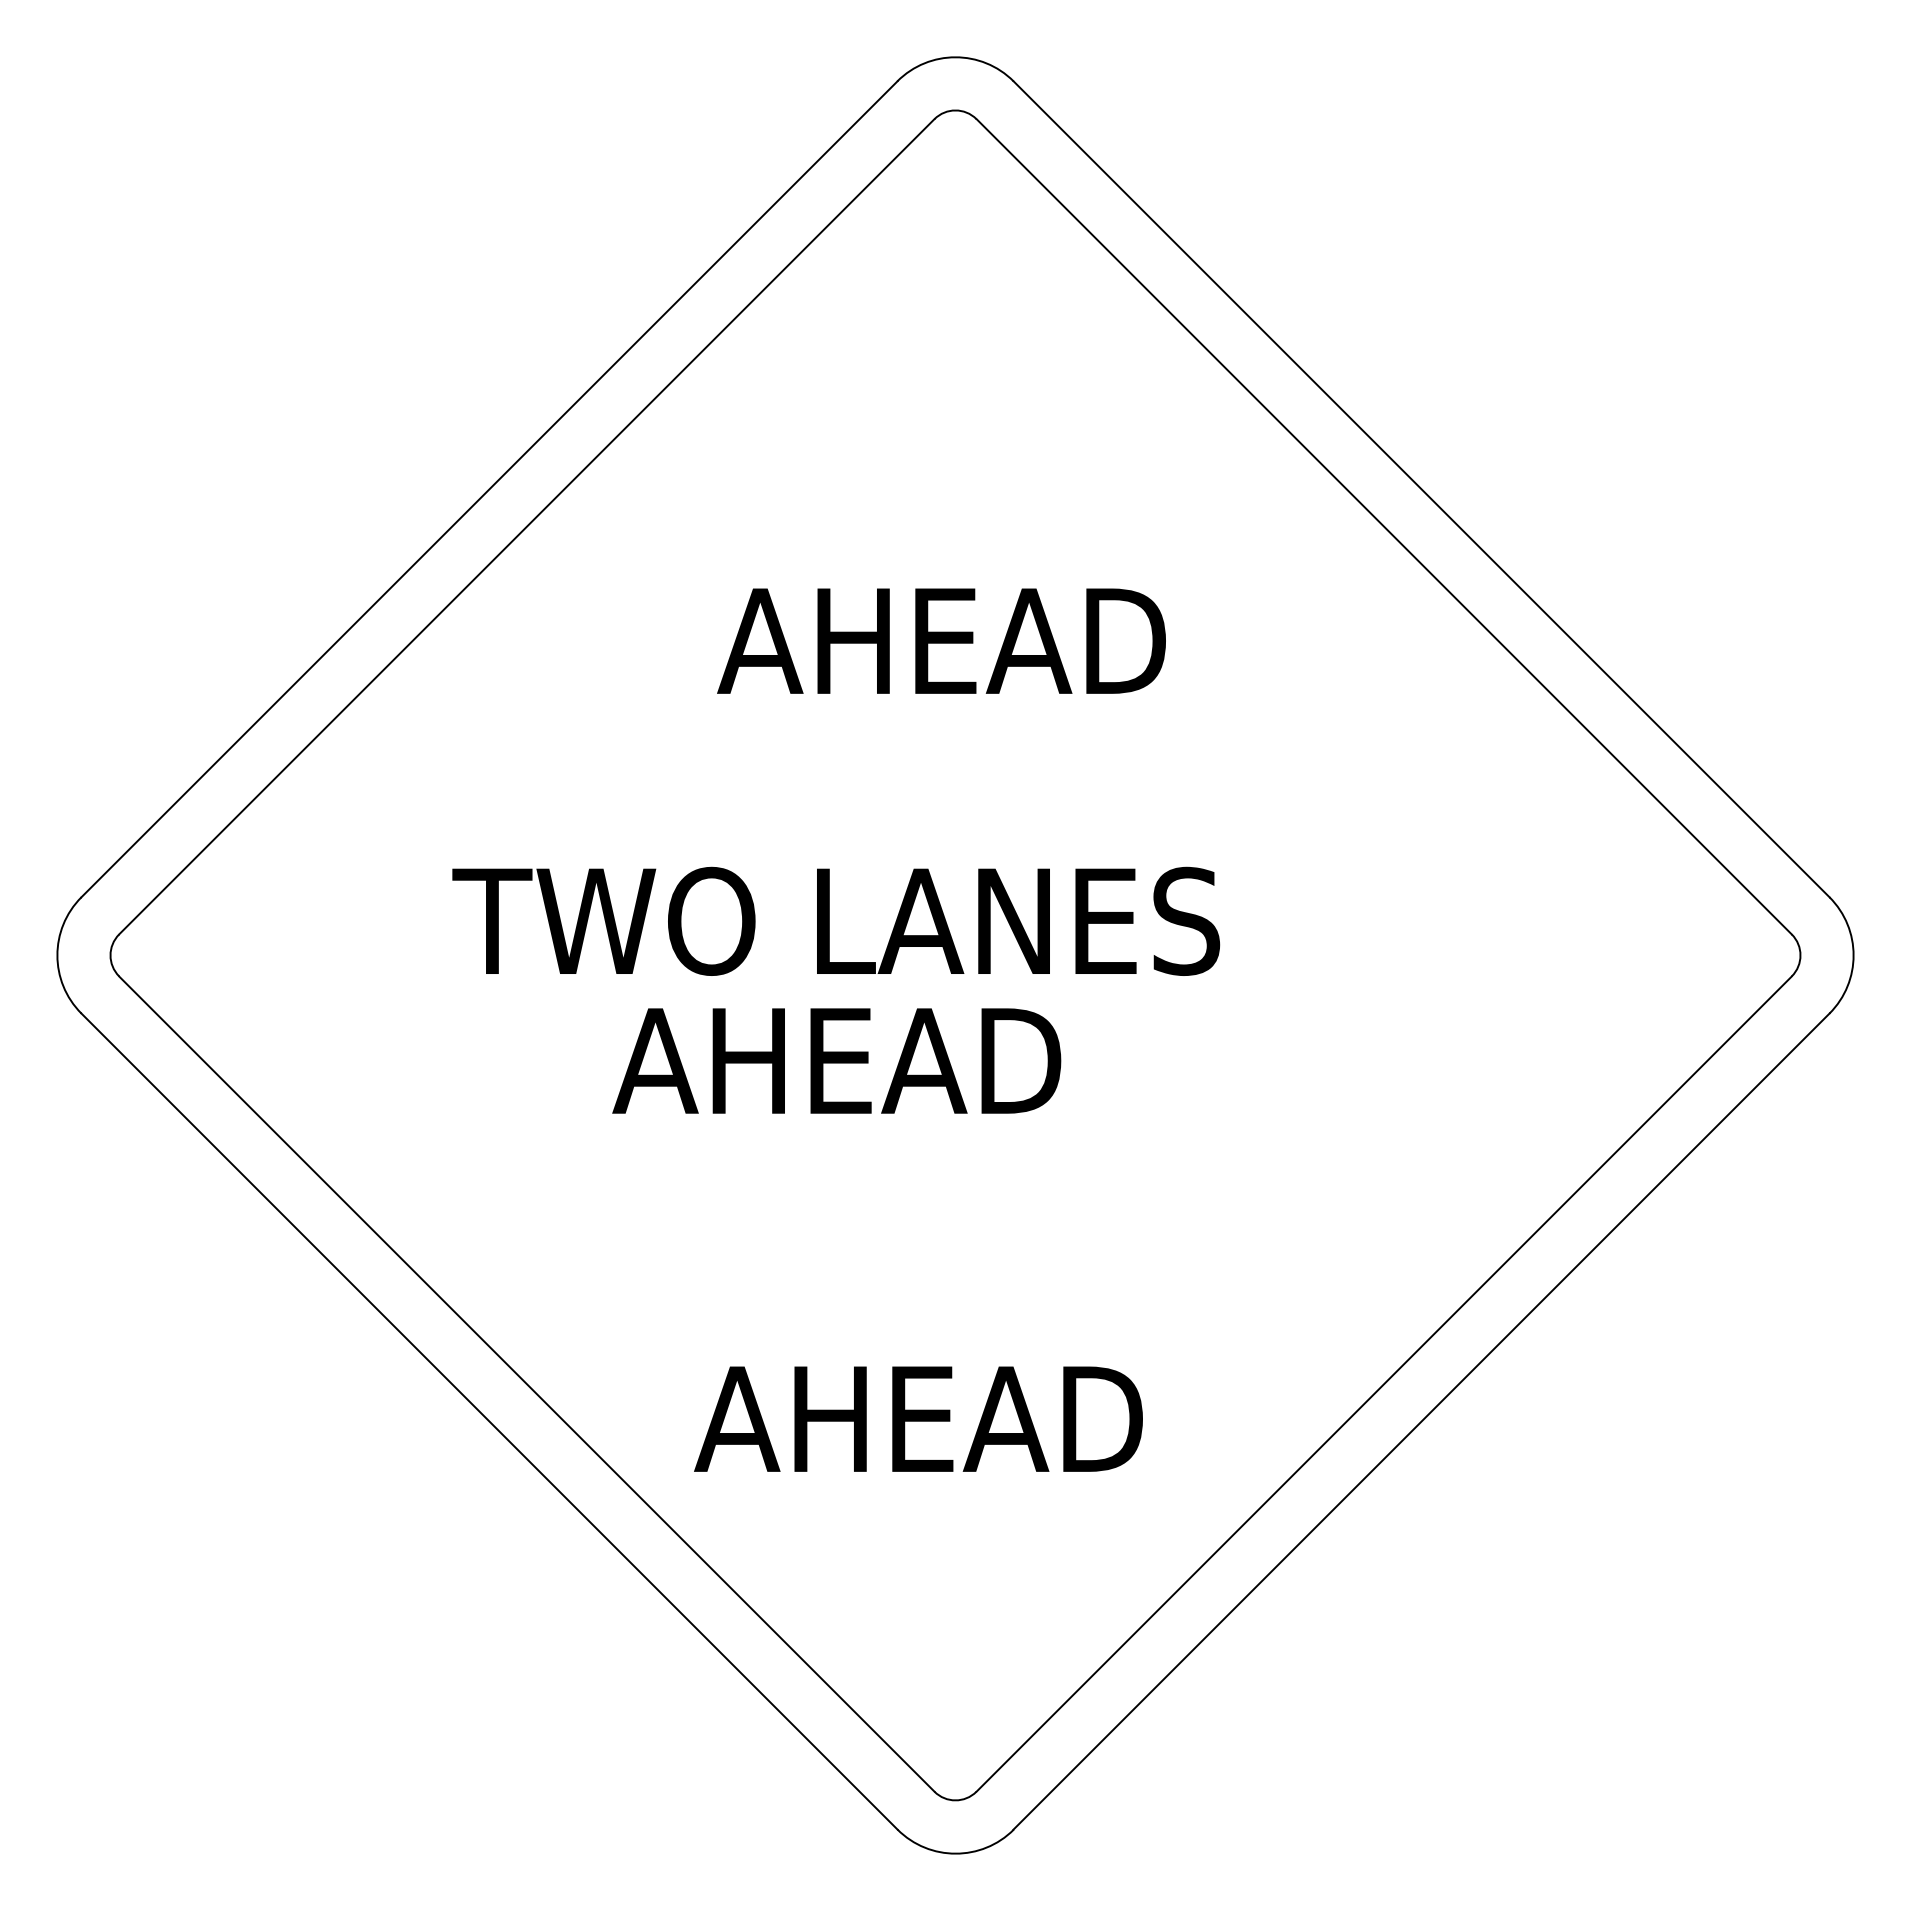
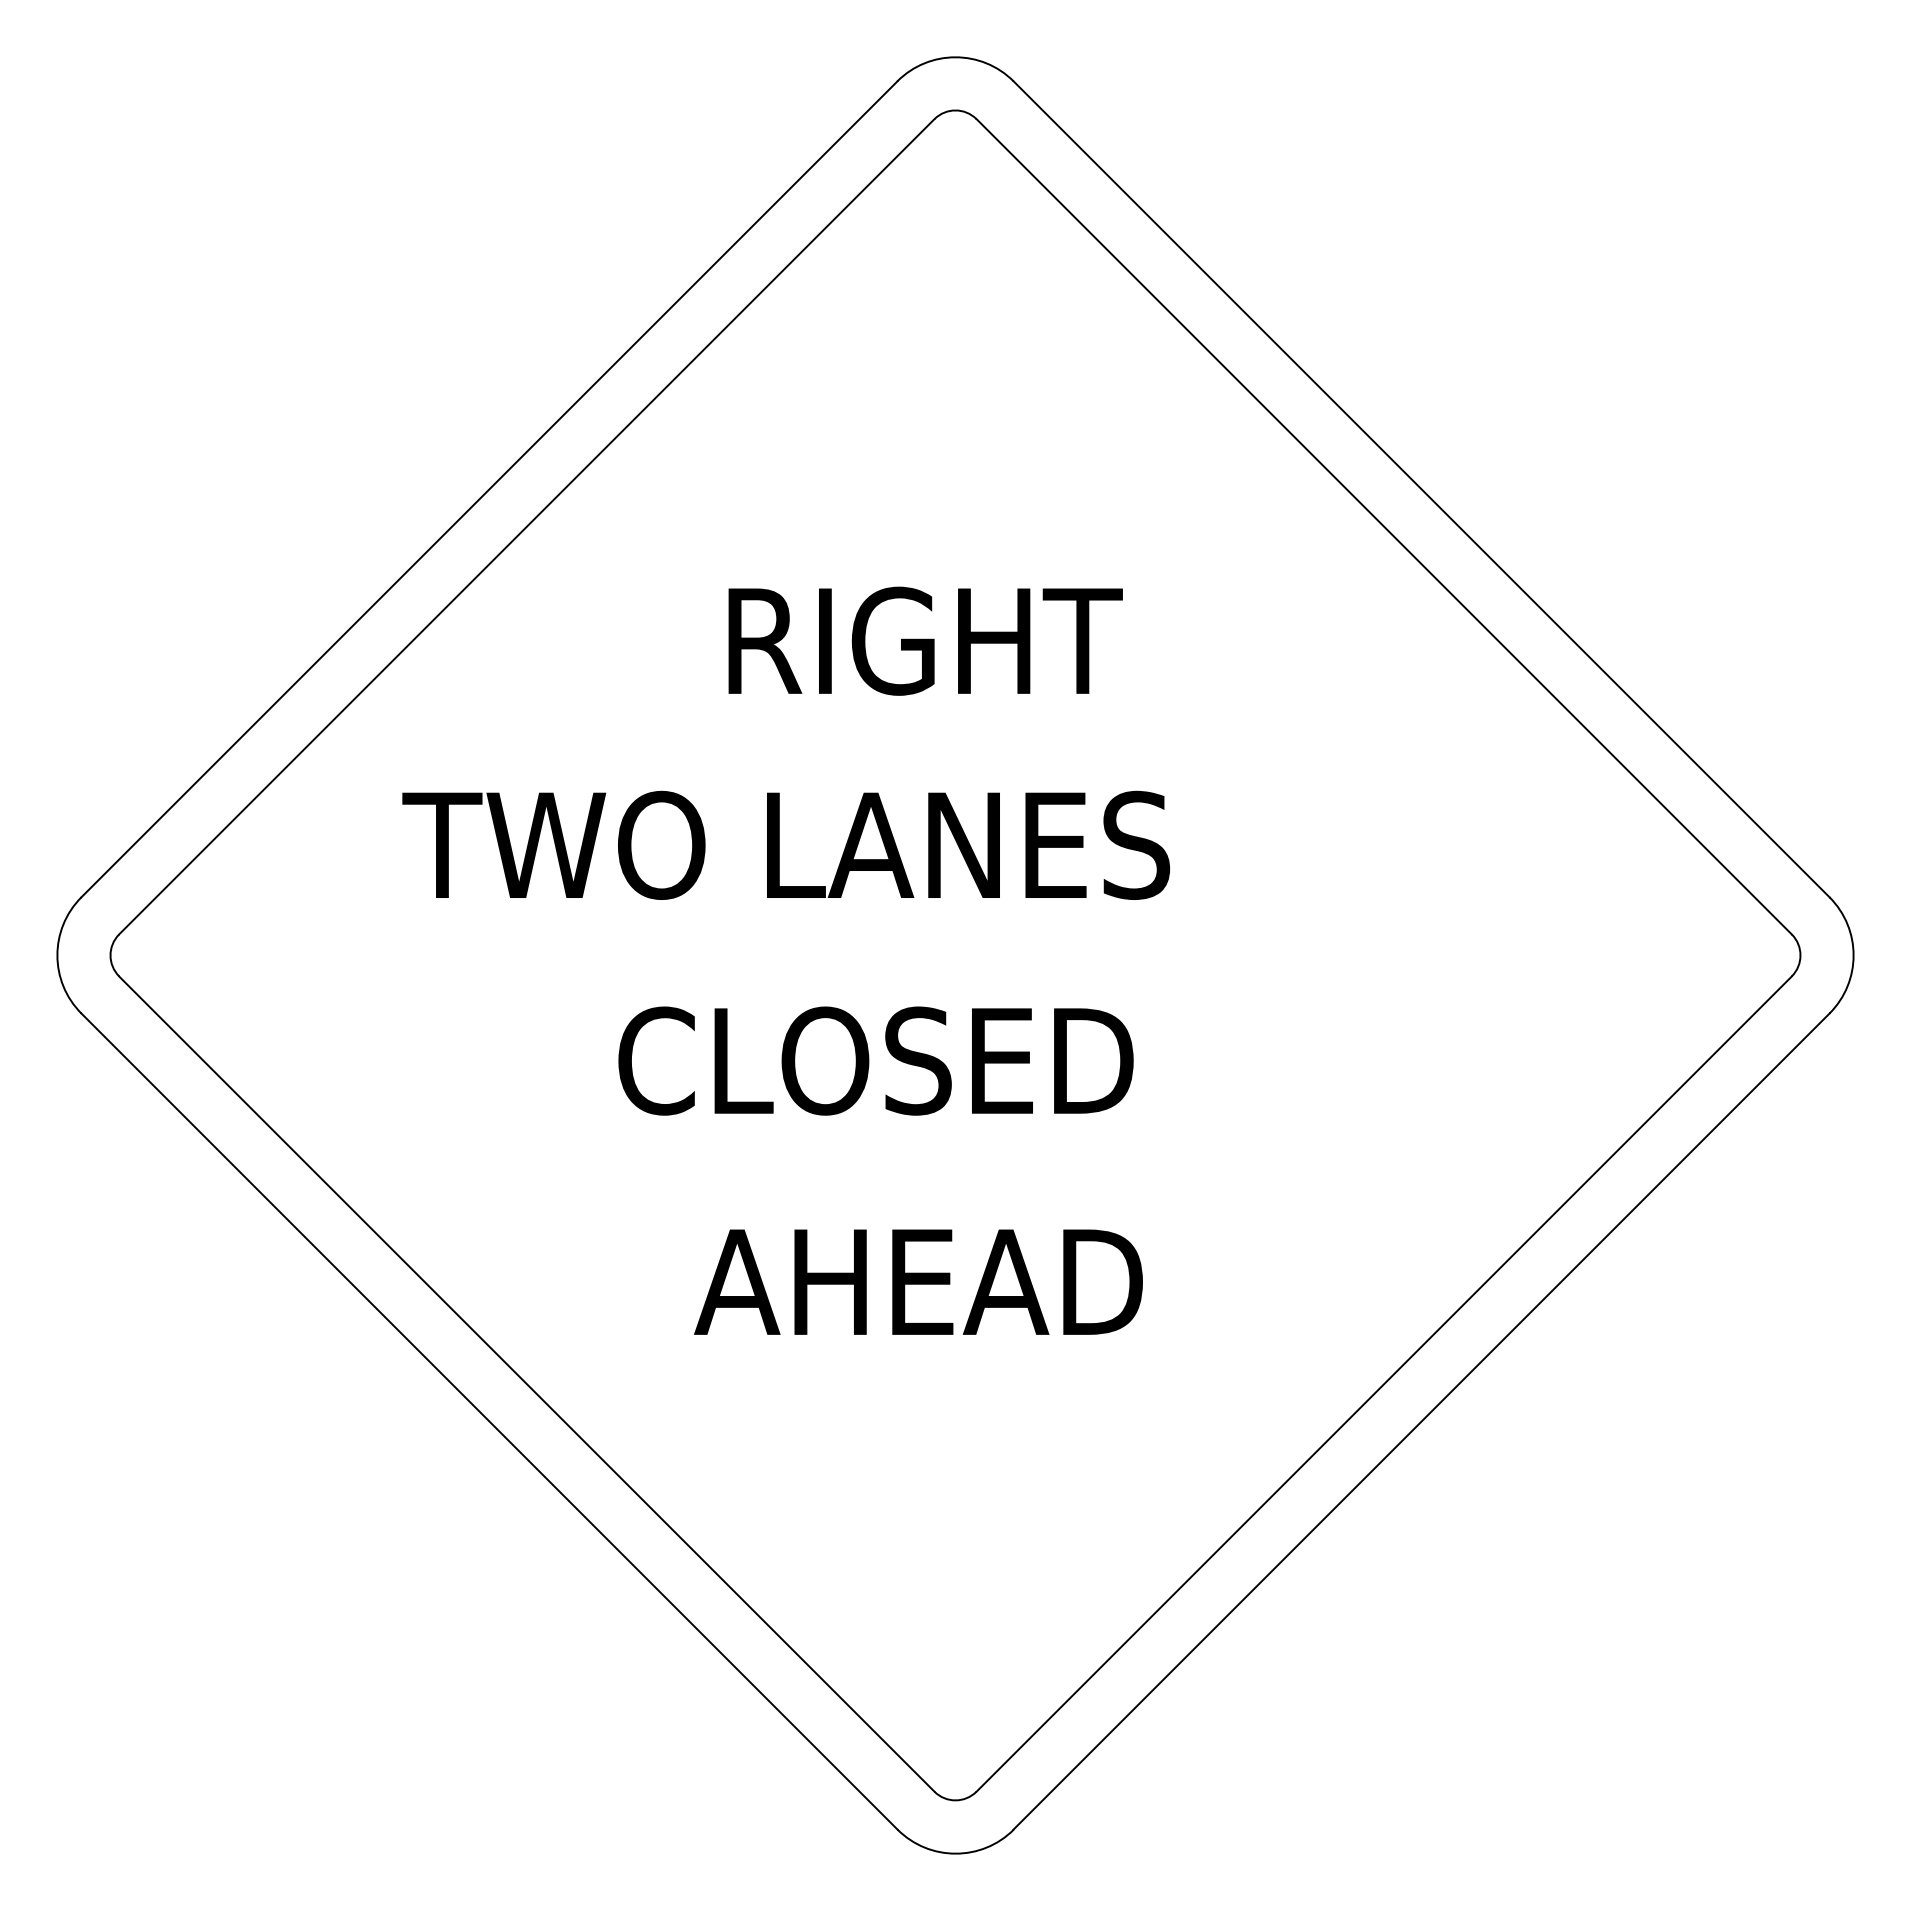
text at (941, 640): AHEAD -> RIGHT
text at (836, 920) position: (836, 920) -> (786, 844)
text at (872, 1060): AHEAD -> CLOSED
text at (918, 1418) position: (918, 1418) -> (918, 1281)
